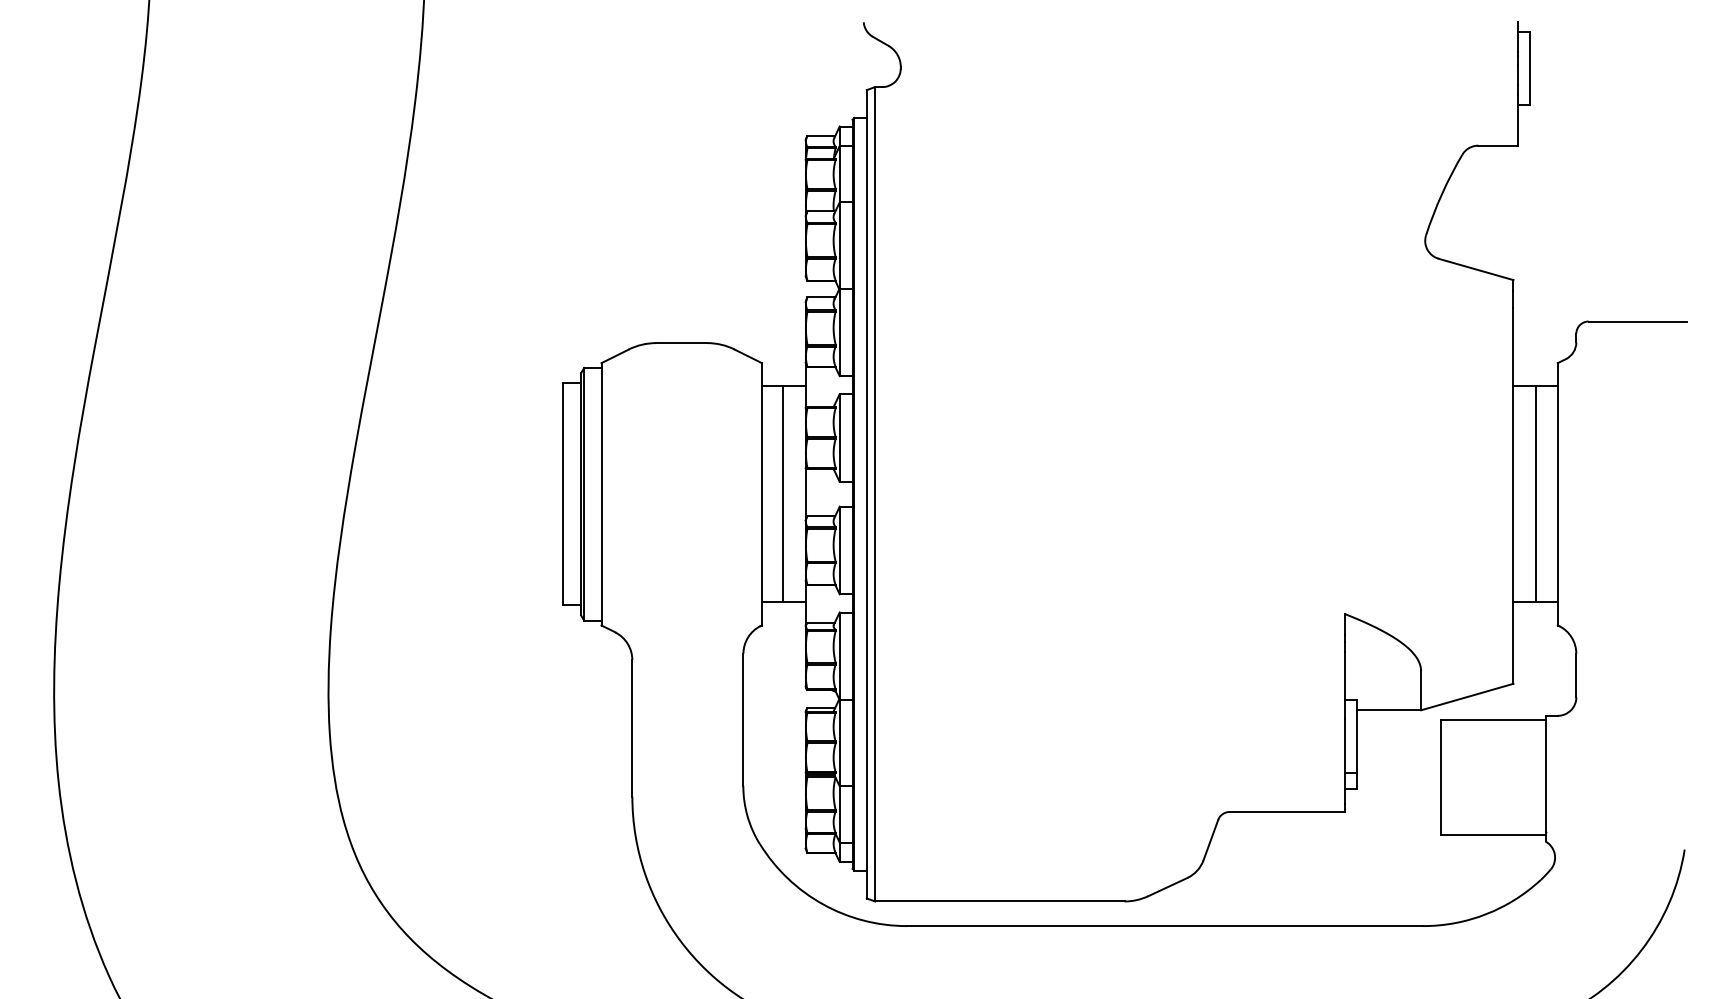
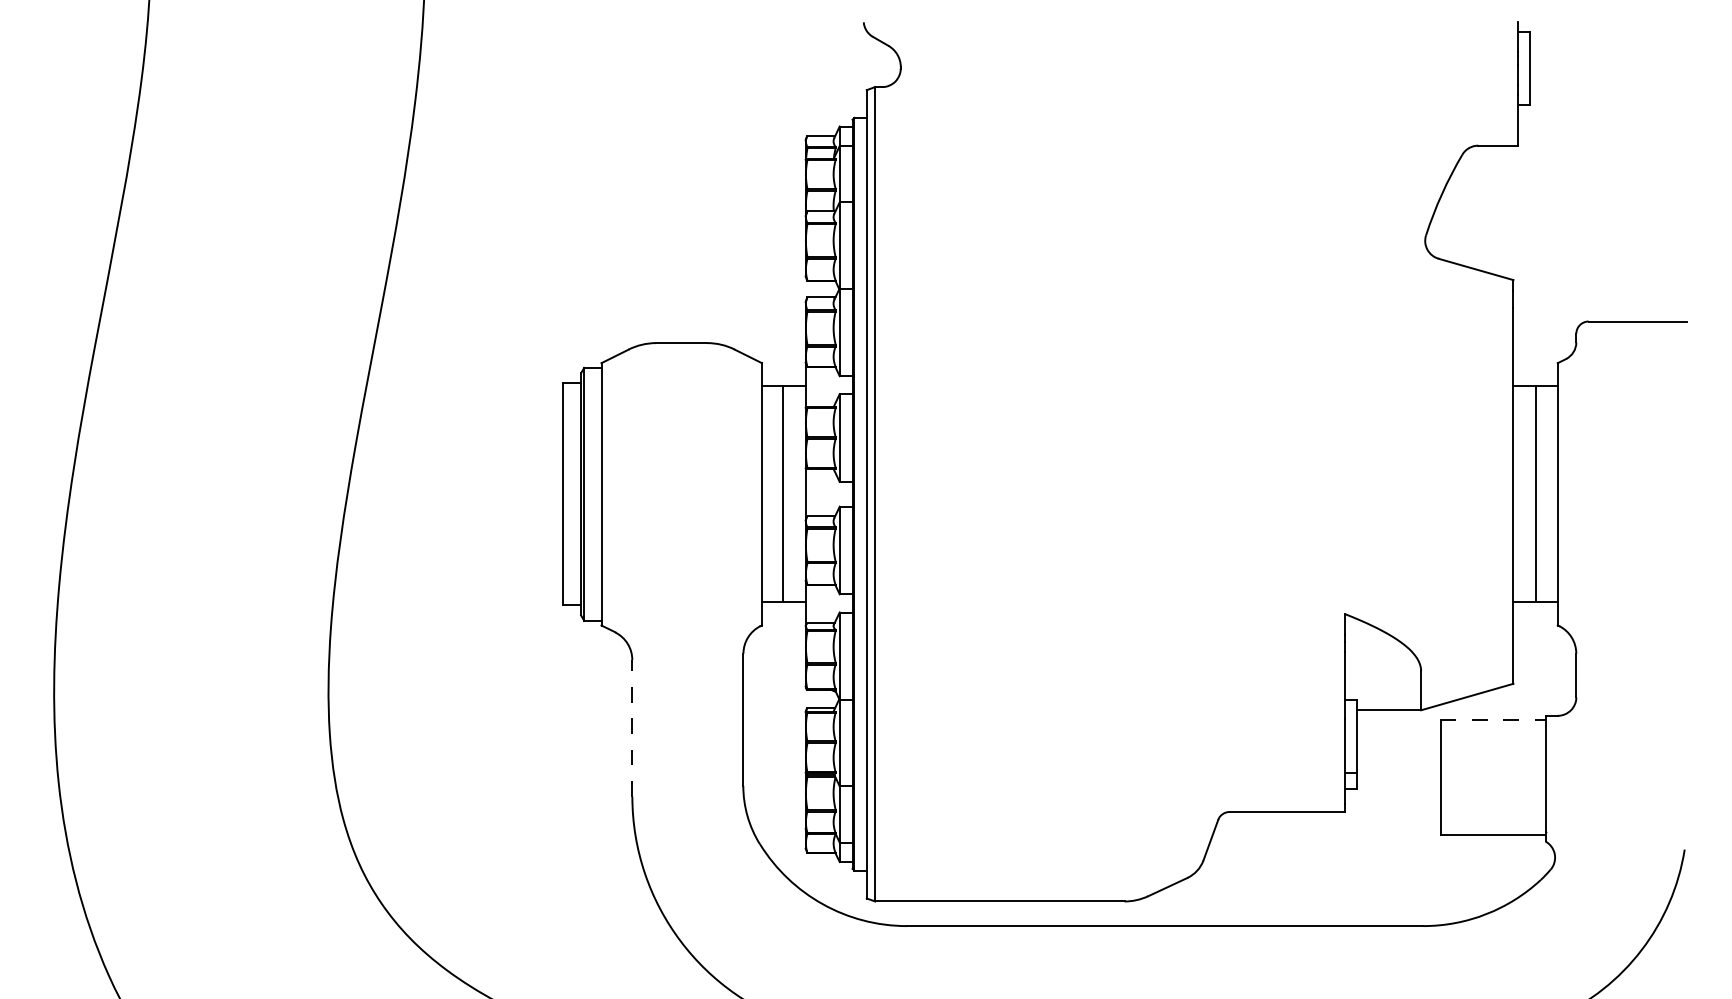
line at (1493, 719): solid -> dashed
line at (632, 727): solid -> dashed
